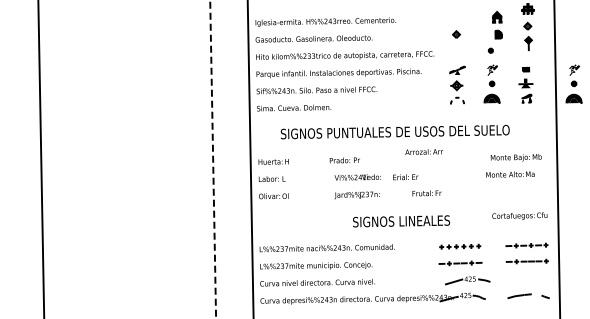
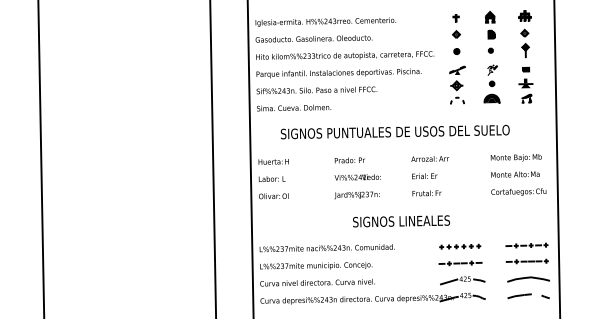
part at (455, 18): none -> present
part at (497, 24) position: (497, 24) -> (490, 24)
part at (527, 27) position: (527, 27) -> (524, 34)
part at (456, 51): none -> present
part at (573, 83): present -> none
text at (423, 151) position: (423, 151) -> (429, 158)
line at (213, 159): dashed -> solid
text at (344, 160) position: (344, 160) -> (349, 160)
text at (510, 174) position: (510, 174) -> (515, 174)
text at (405, 177) position: (405, 177) -> (424, 176)
text at (519, 215) position: (519, 215) -> (518, 191)
curve at (528, 278): none -> present
part at (467, 280) position: (467, 280) -> (462, 280)
